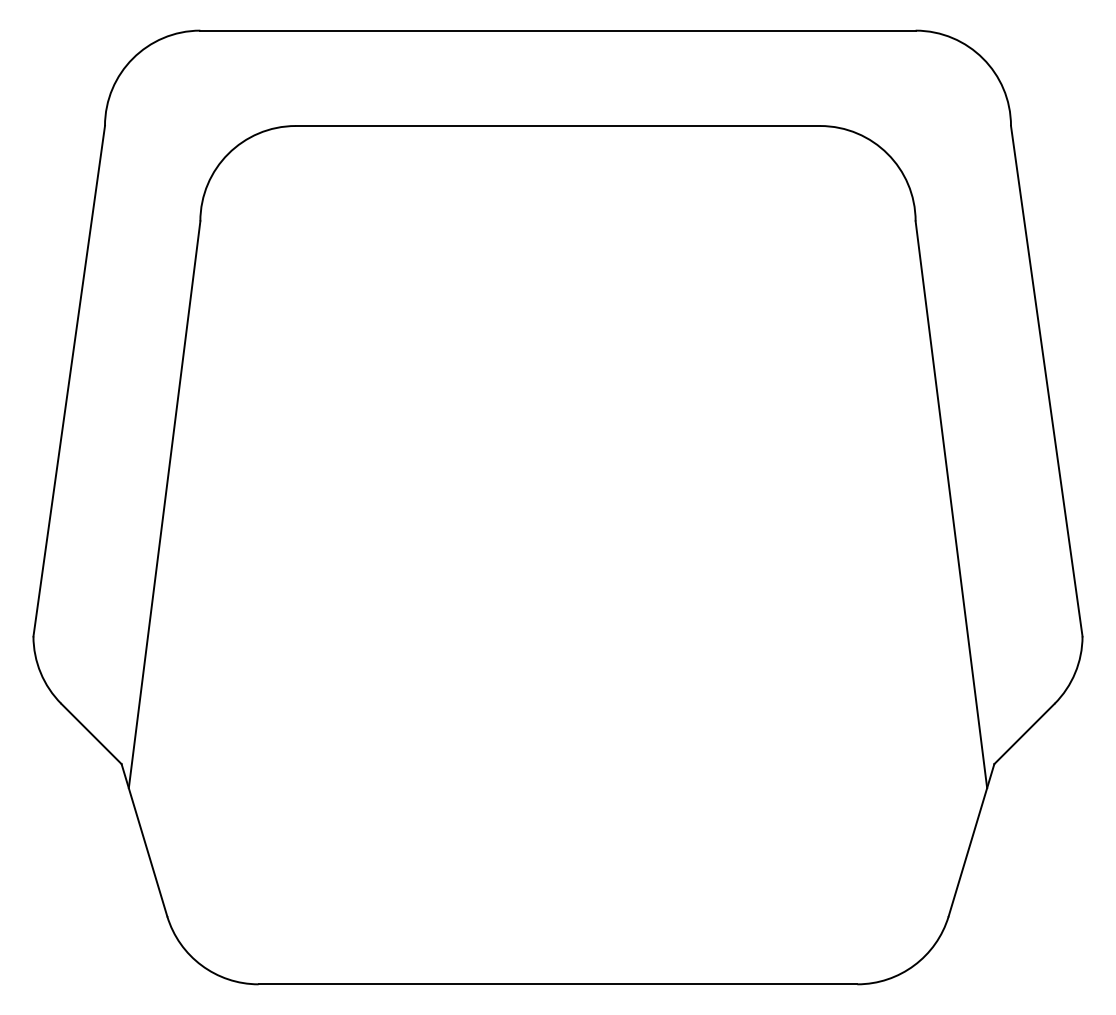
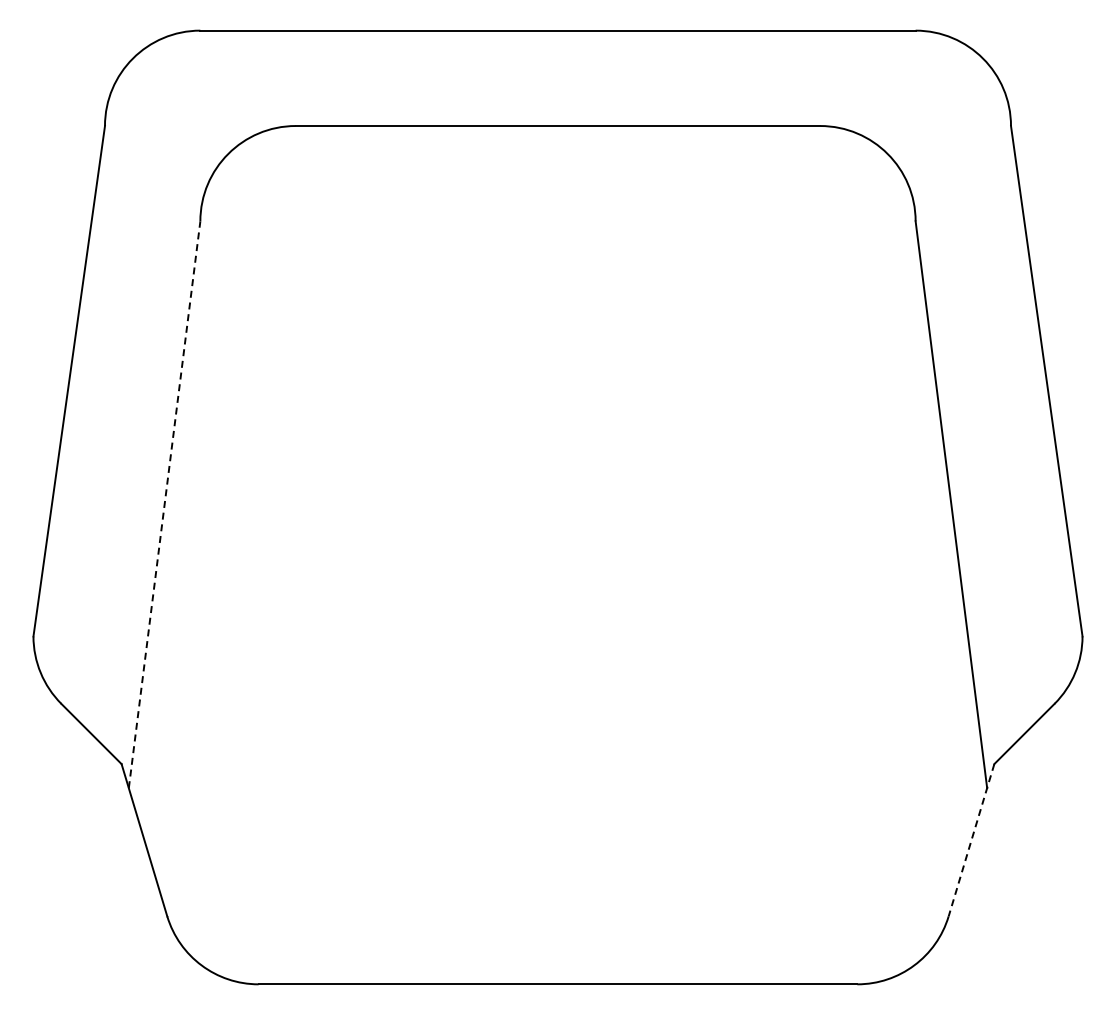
line at (164, 504): solid -> dashed
line at (971, 840): solid -> dashed
